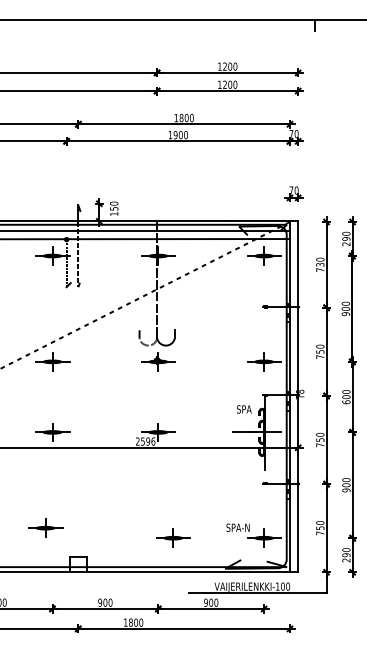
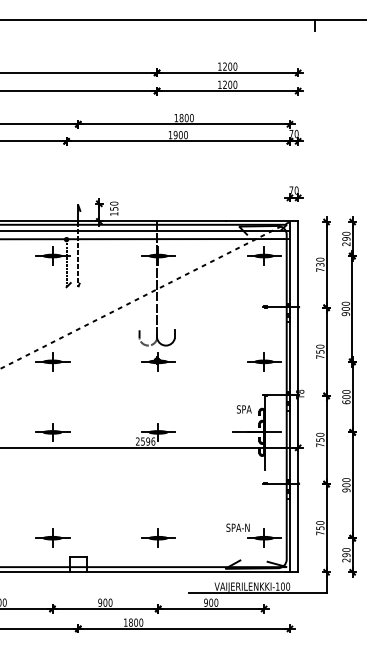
part at (45, 527) position: (45, 527) -> (52, 537)
part at (173, 537) position: (173, 537) -> (158, 537)
